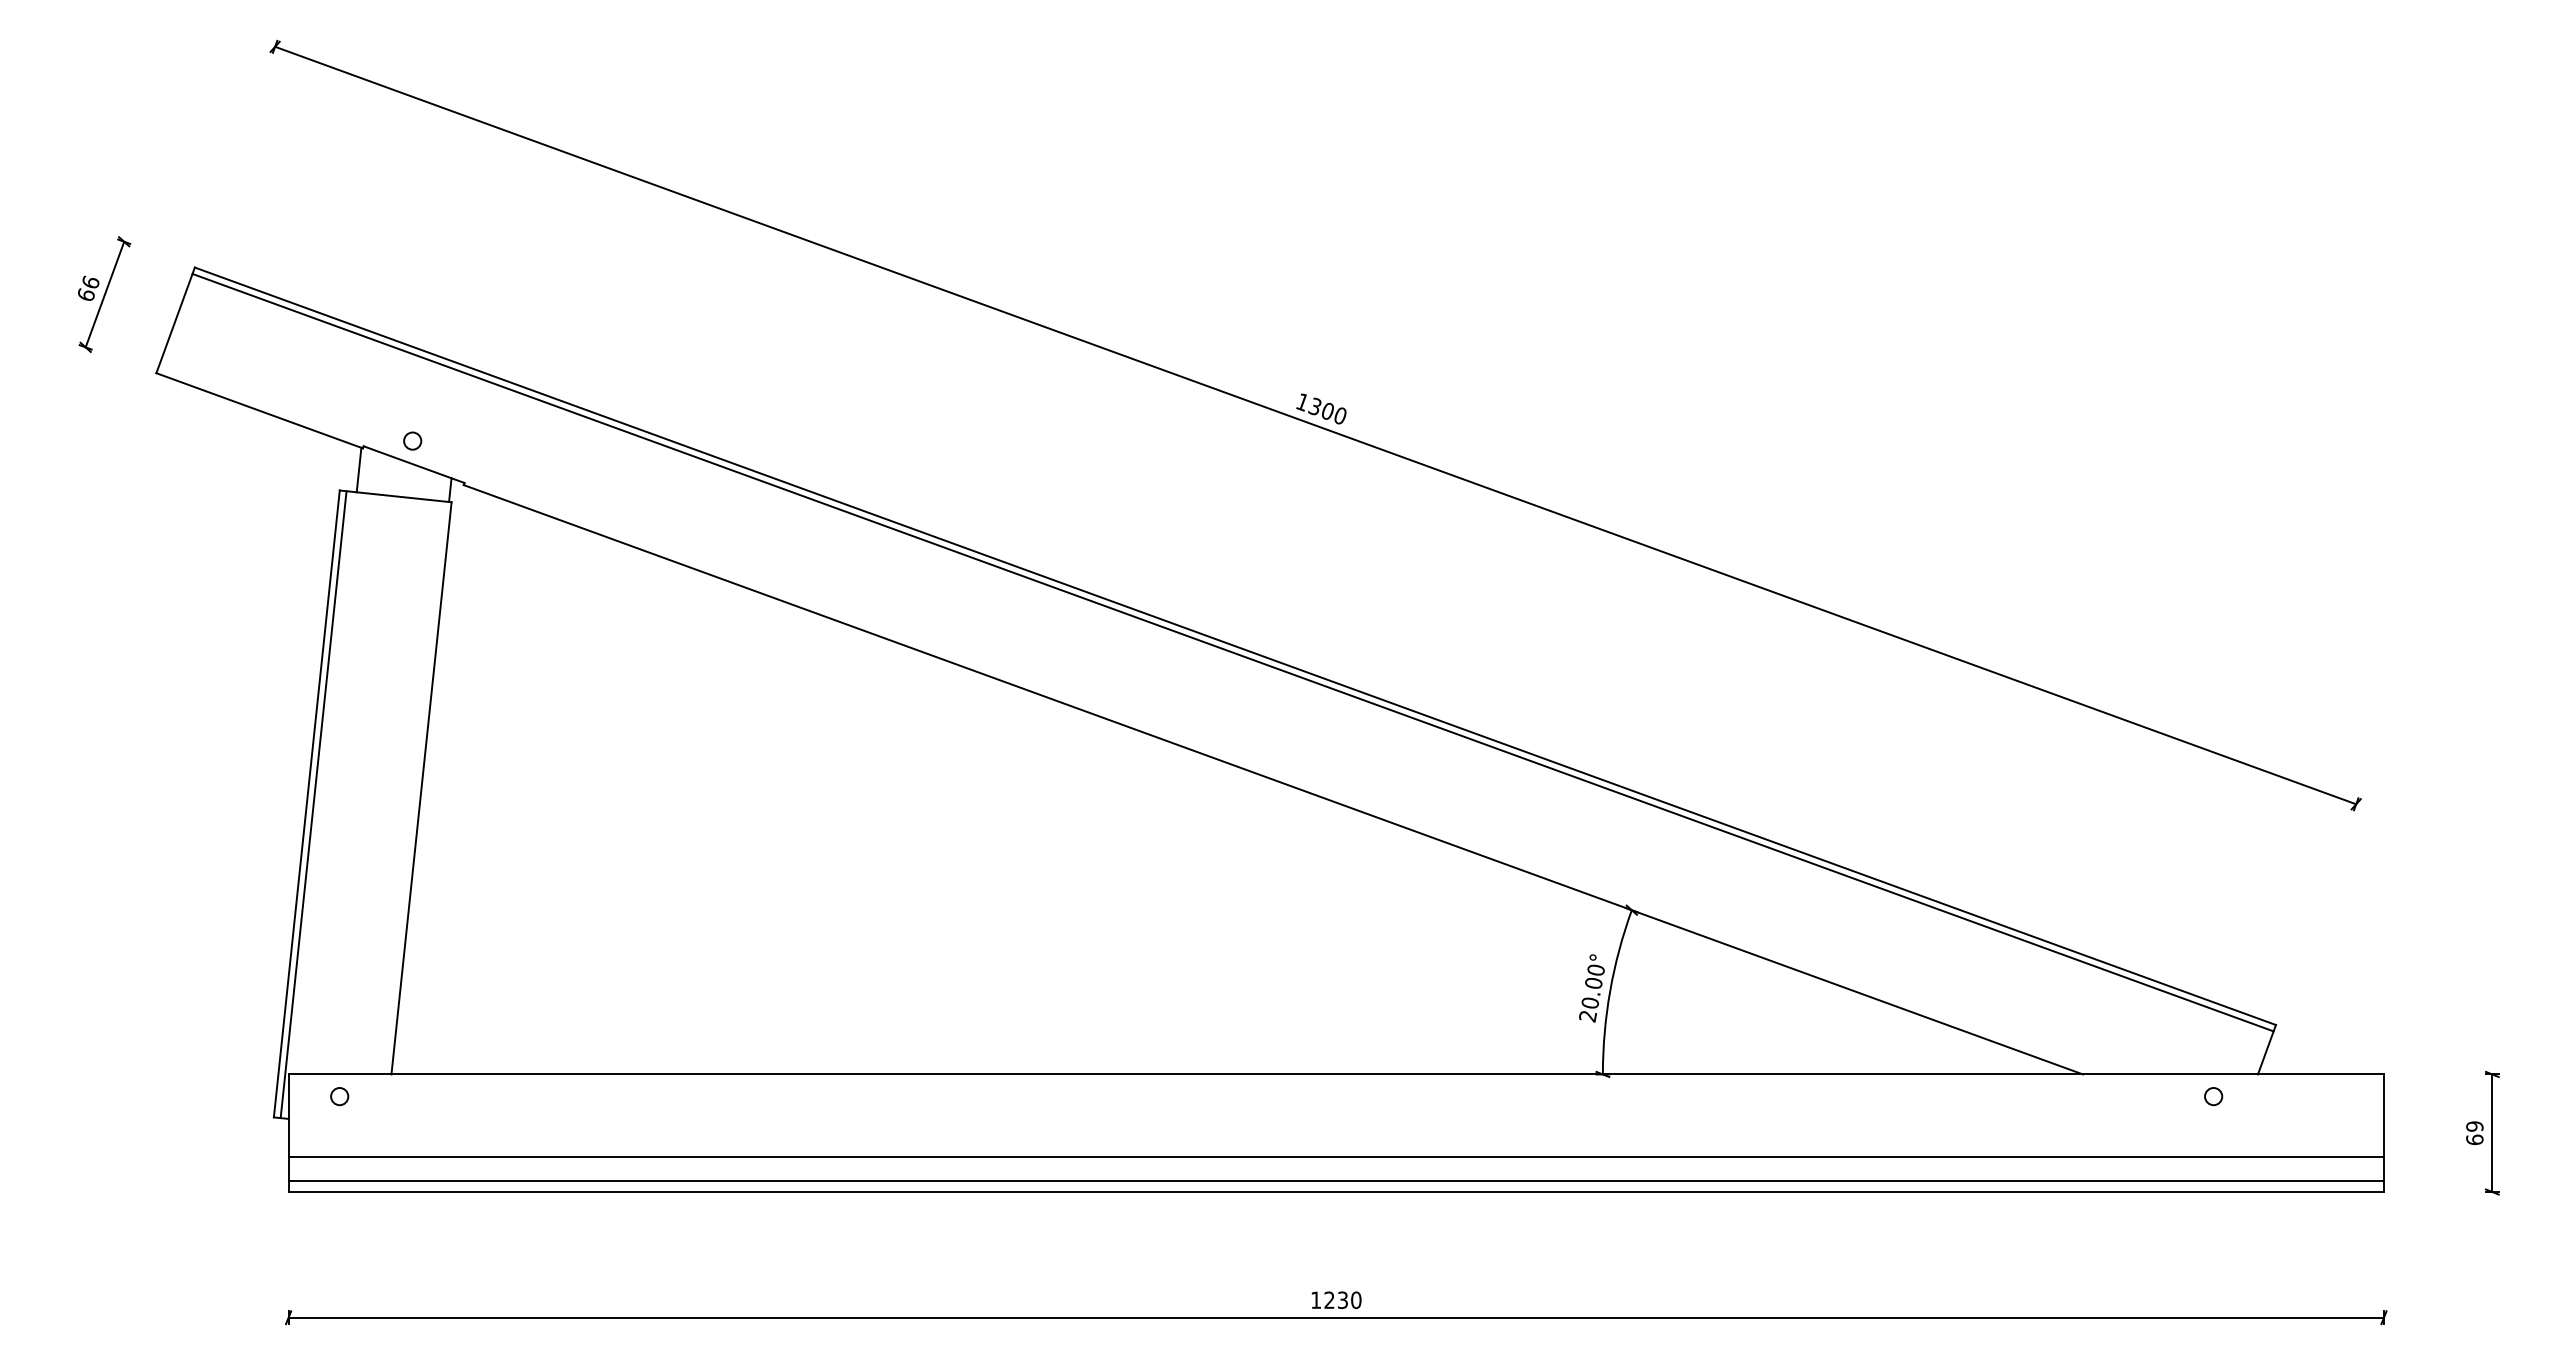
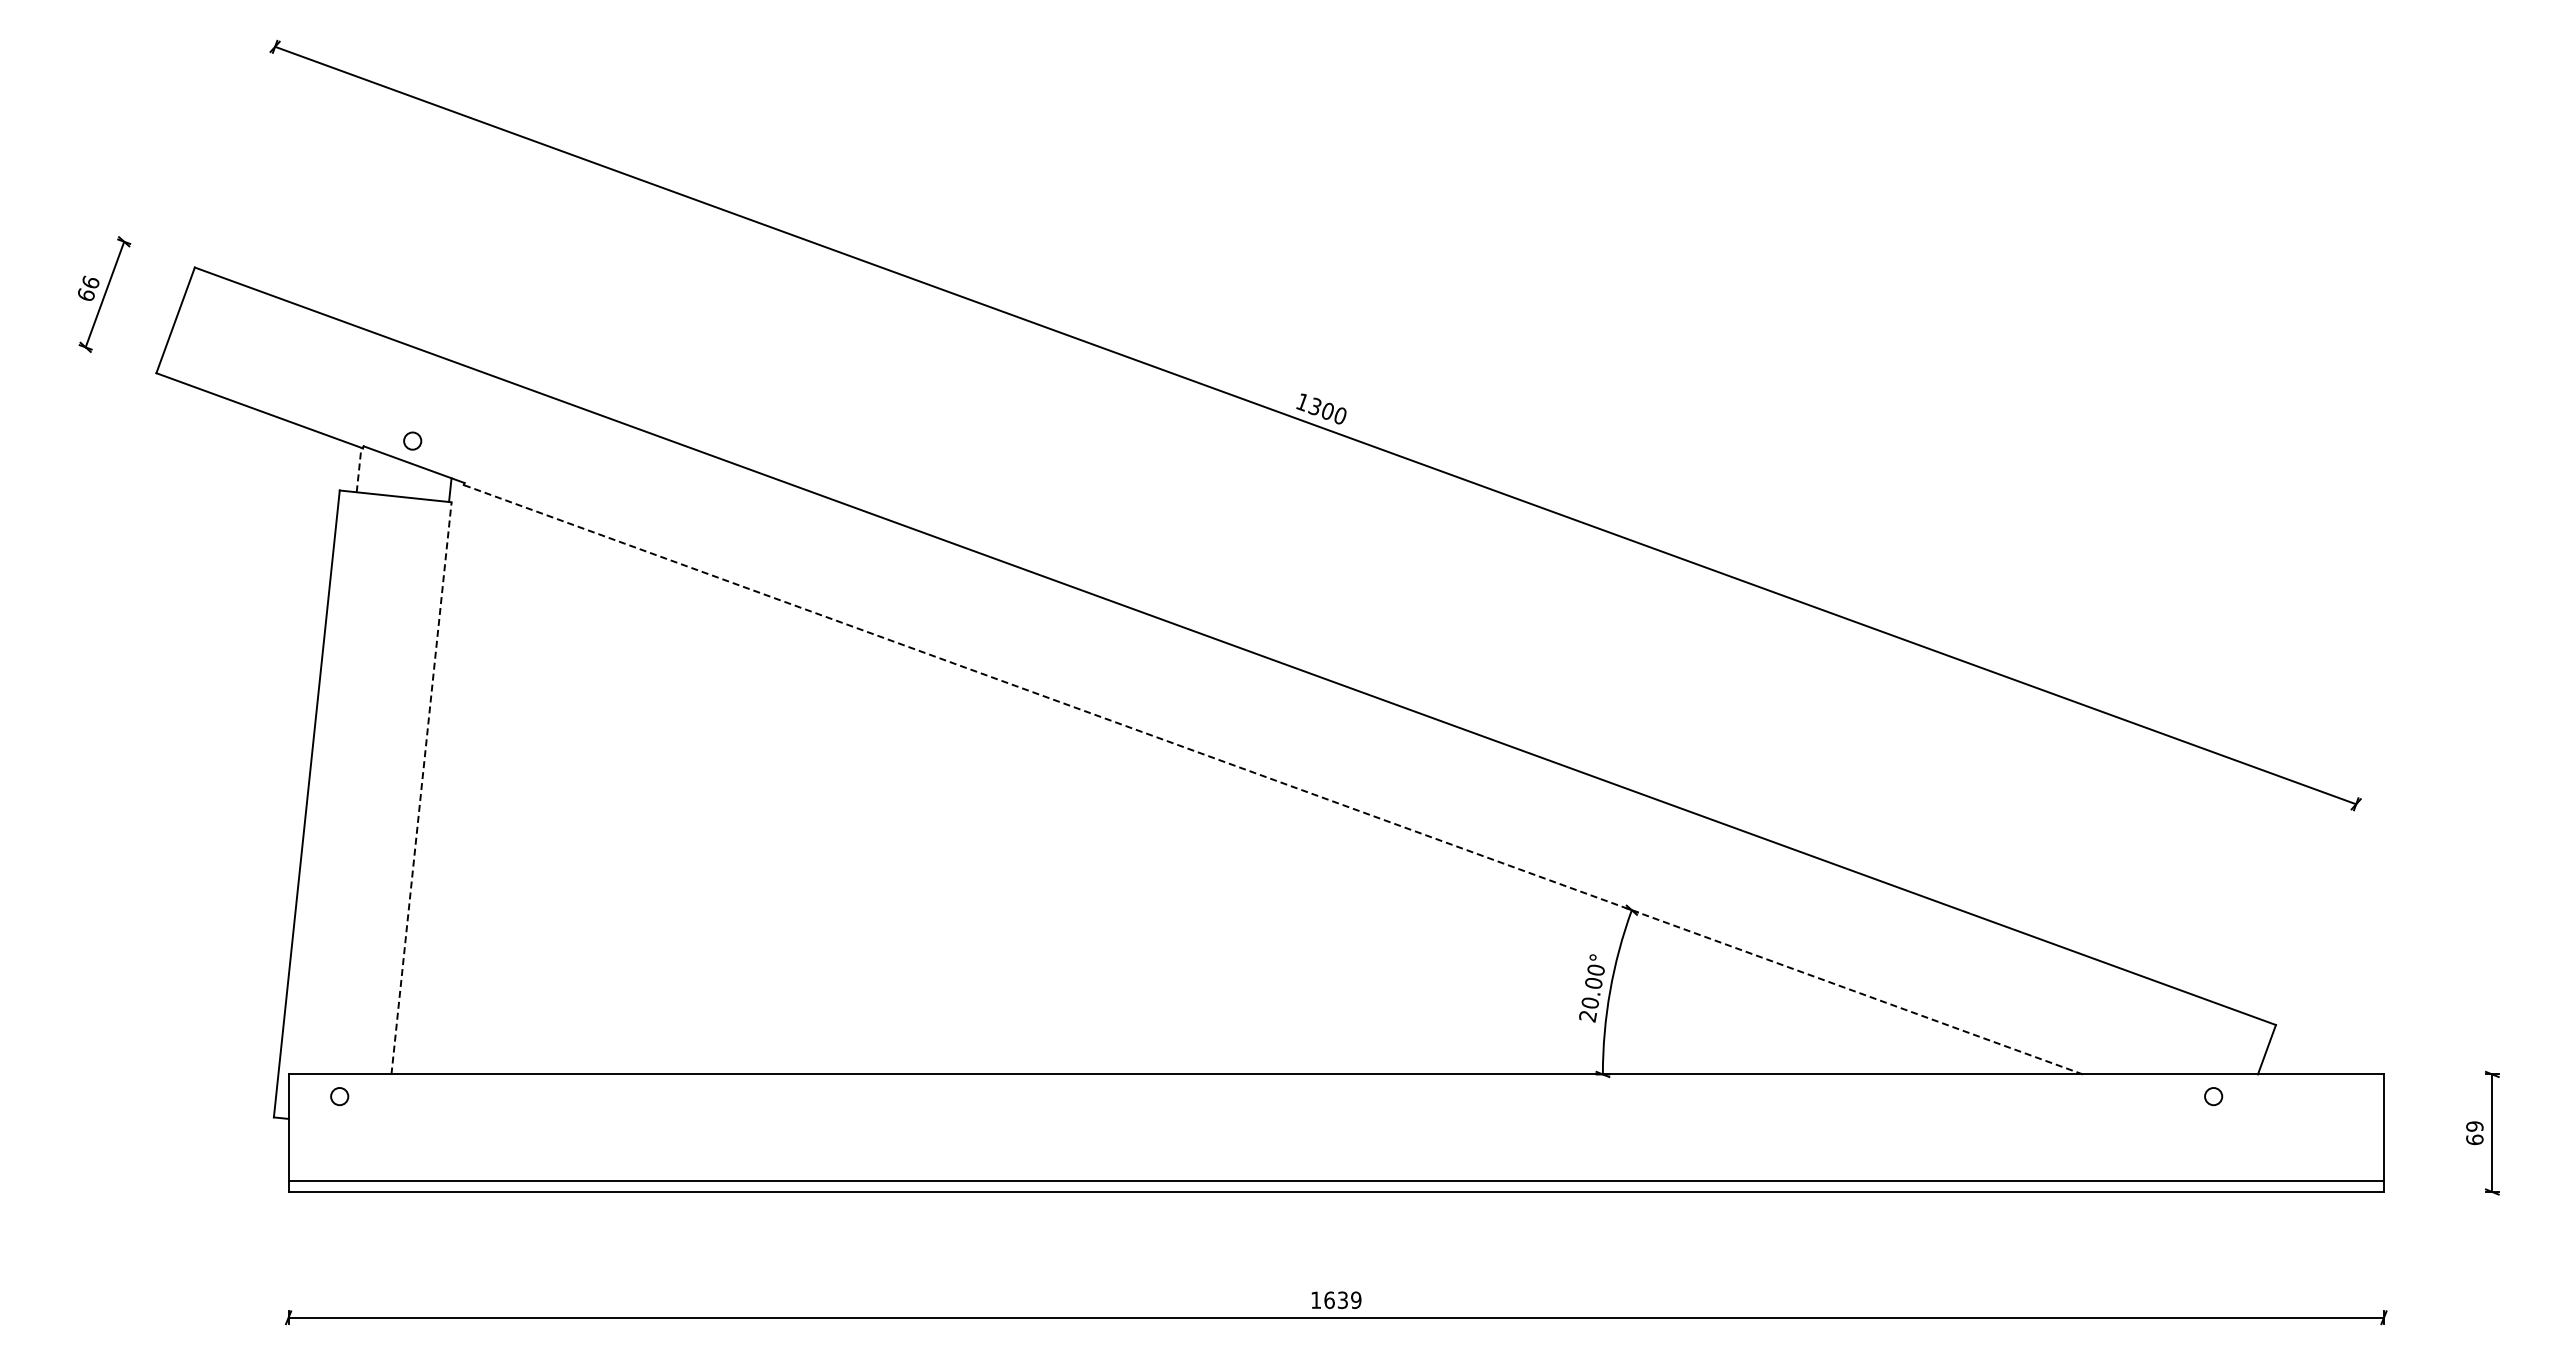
line at (359, 469): solid -> dashed
line at (1232, 652): present -> none
line at (1273, 779): solid -> dashed
line at (421, 788): solid -> dashed
line at (313, 804): present -> none
line at (1336, 1157): present -> none
text at (1342, 1299): 1230 -> 1639
